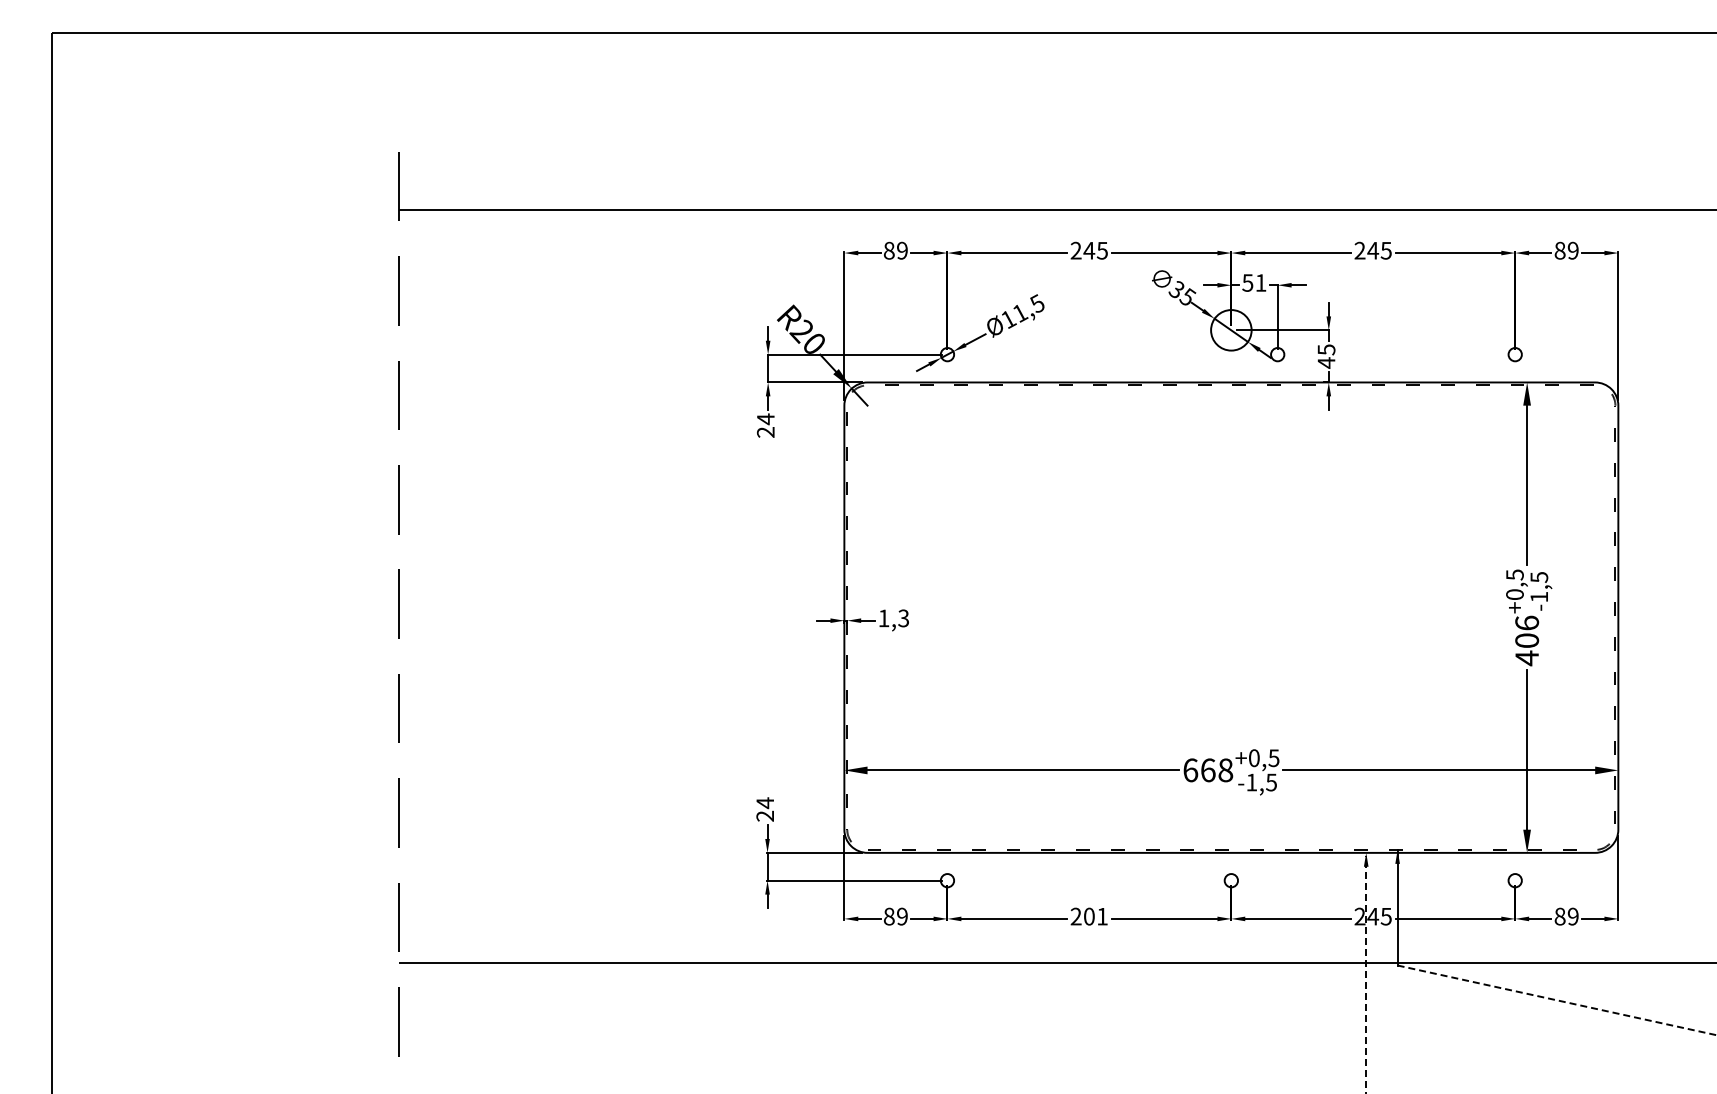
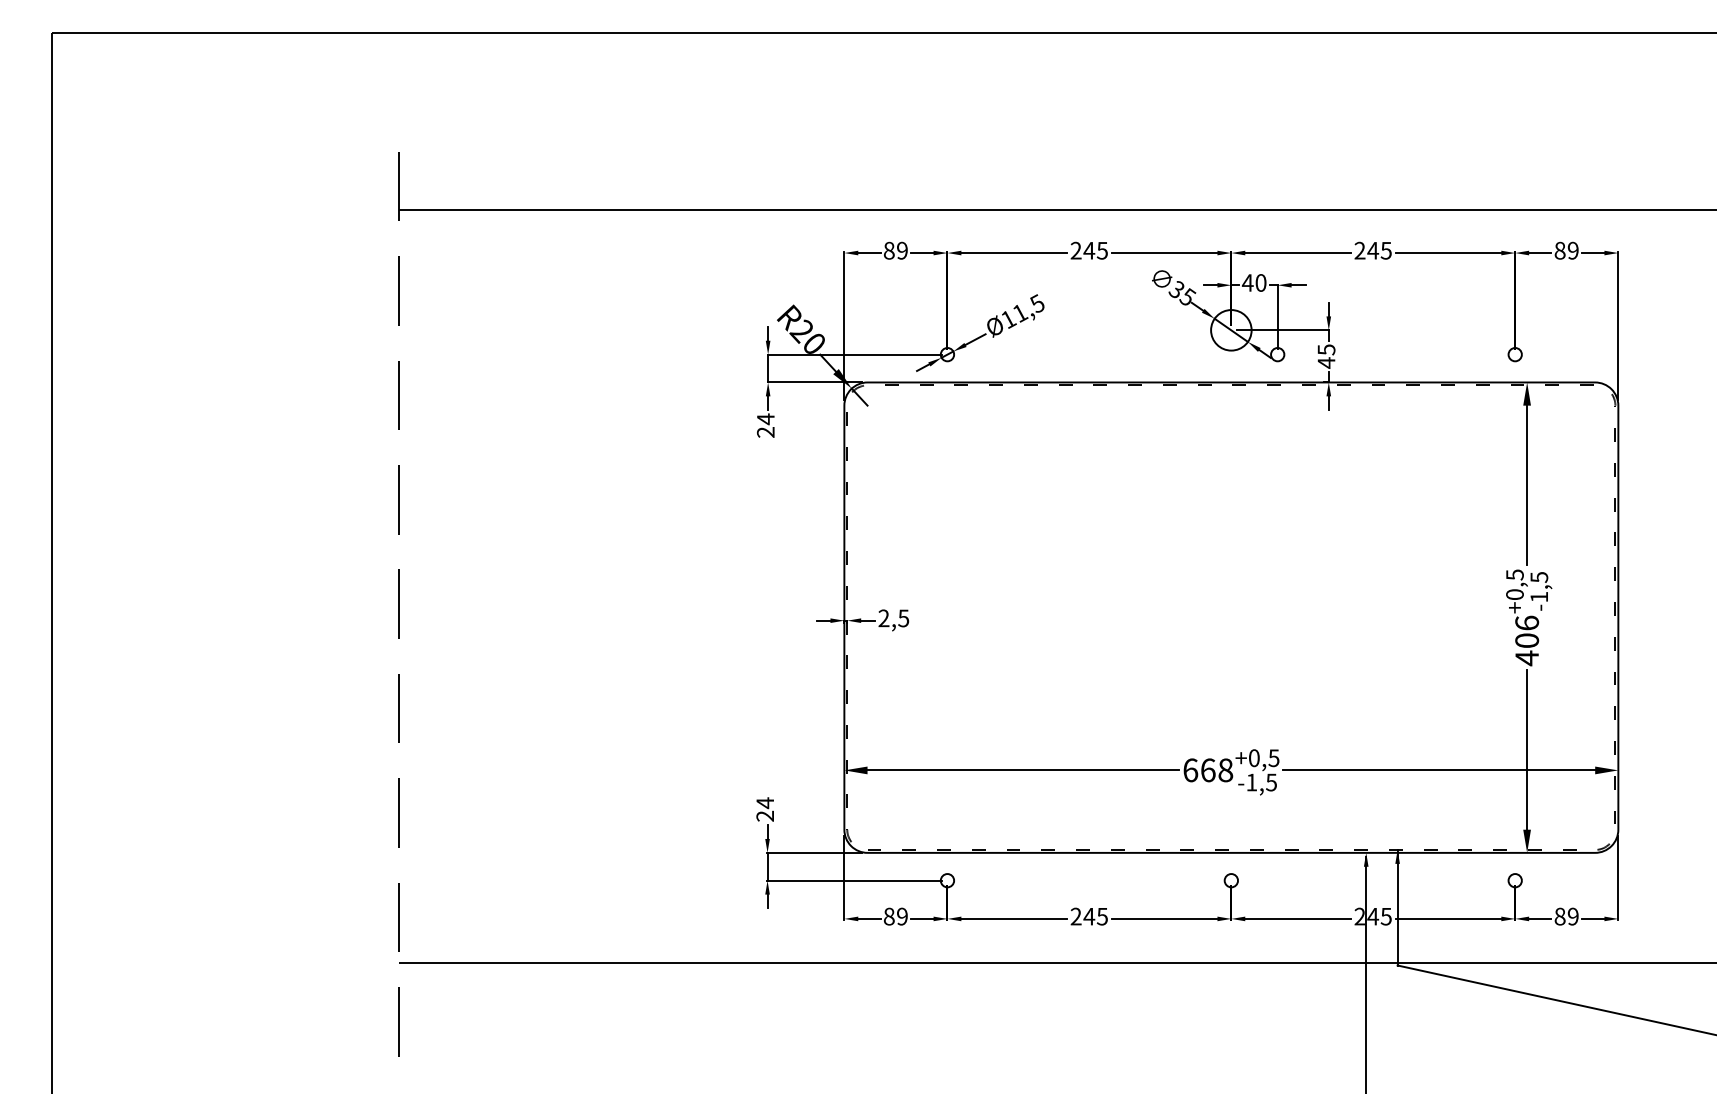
text at (1253, 282): 51 -> 40
text at (893, 617): 1,3 -> 2,5
text at (1095, 916): 201 -> 245
line at (1366, 974): dashed -> solid
line at (1557, 1000): dashed -> solid
